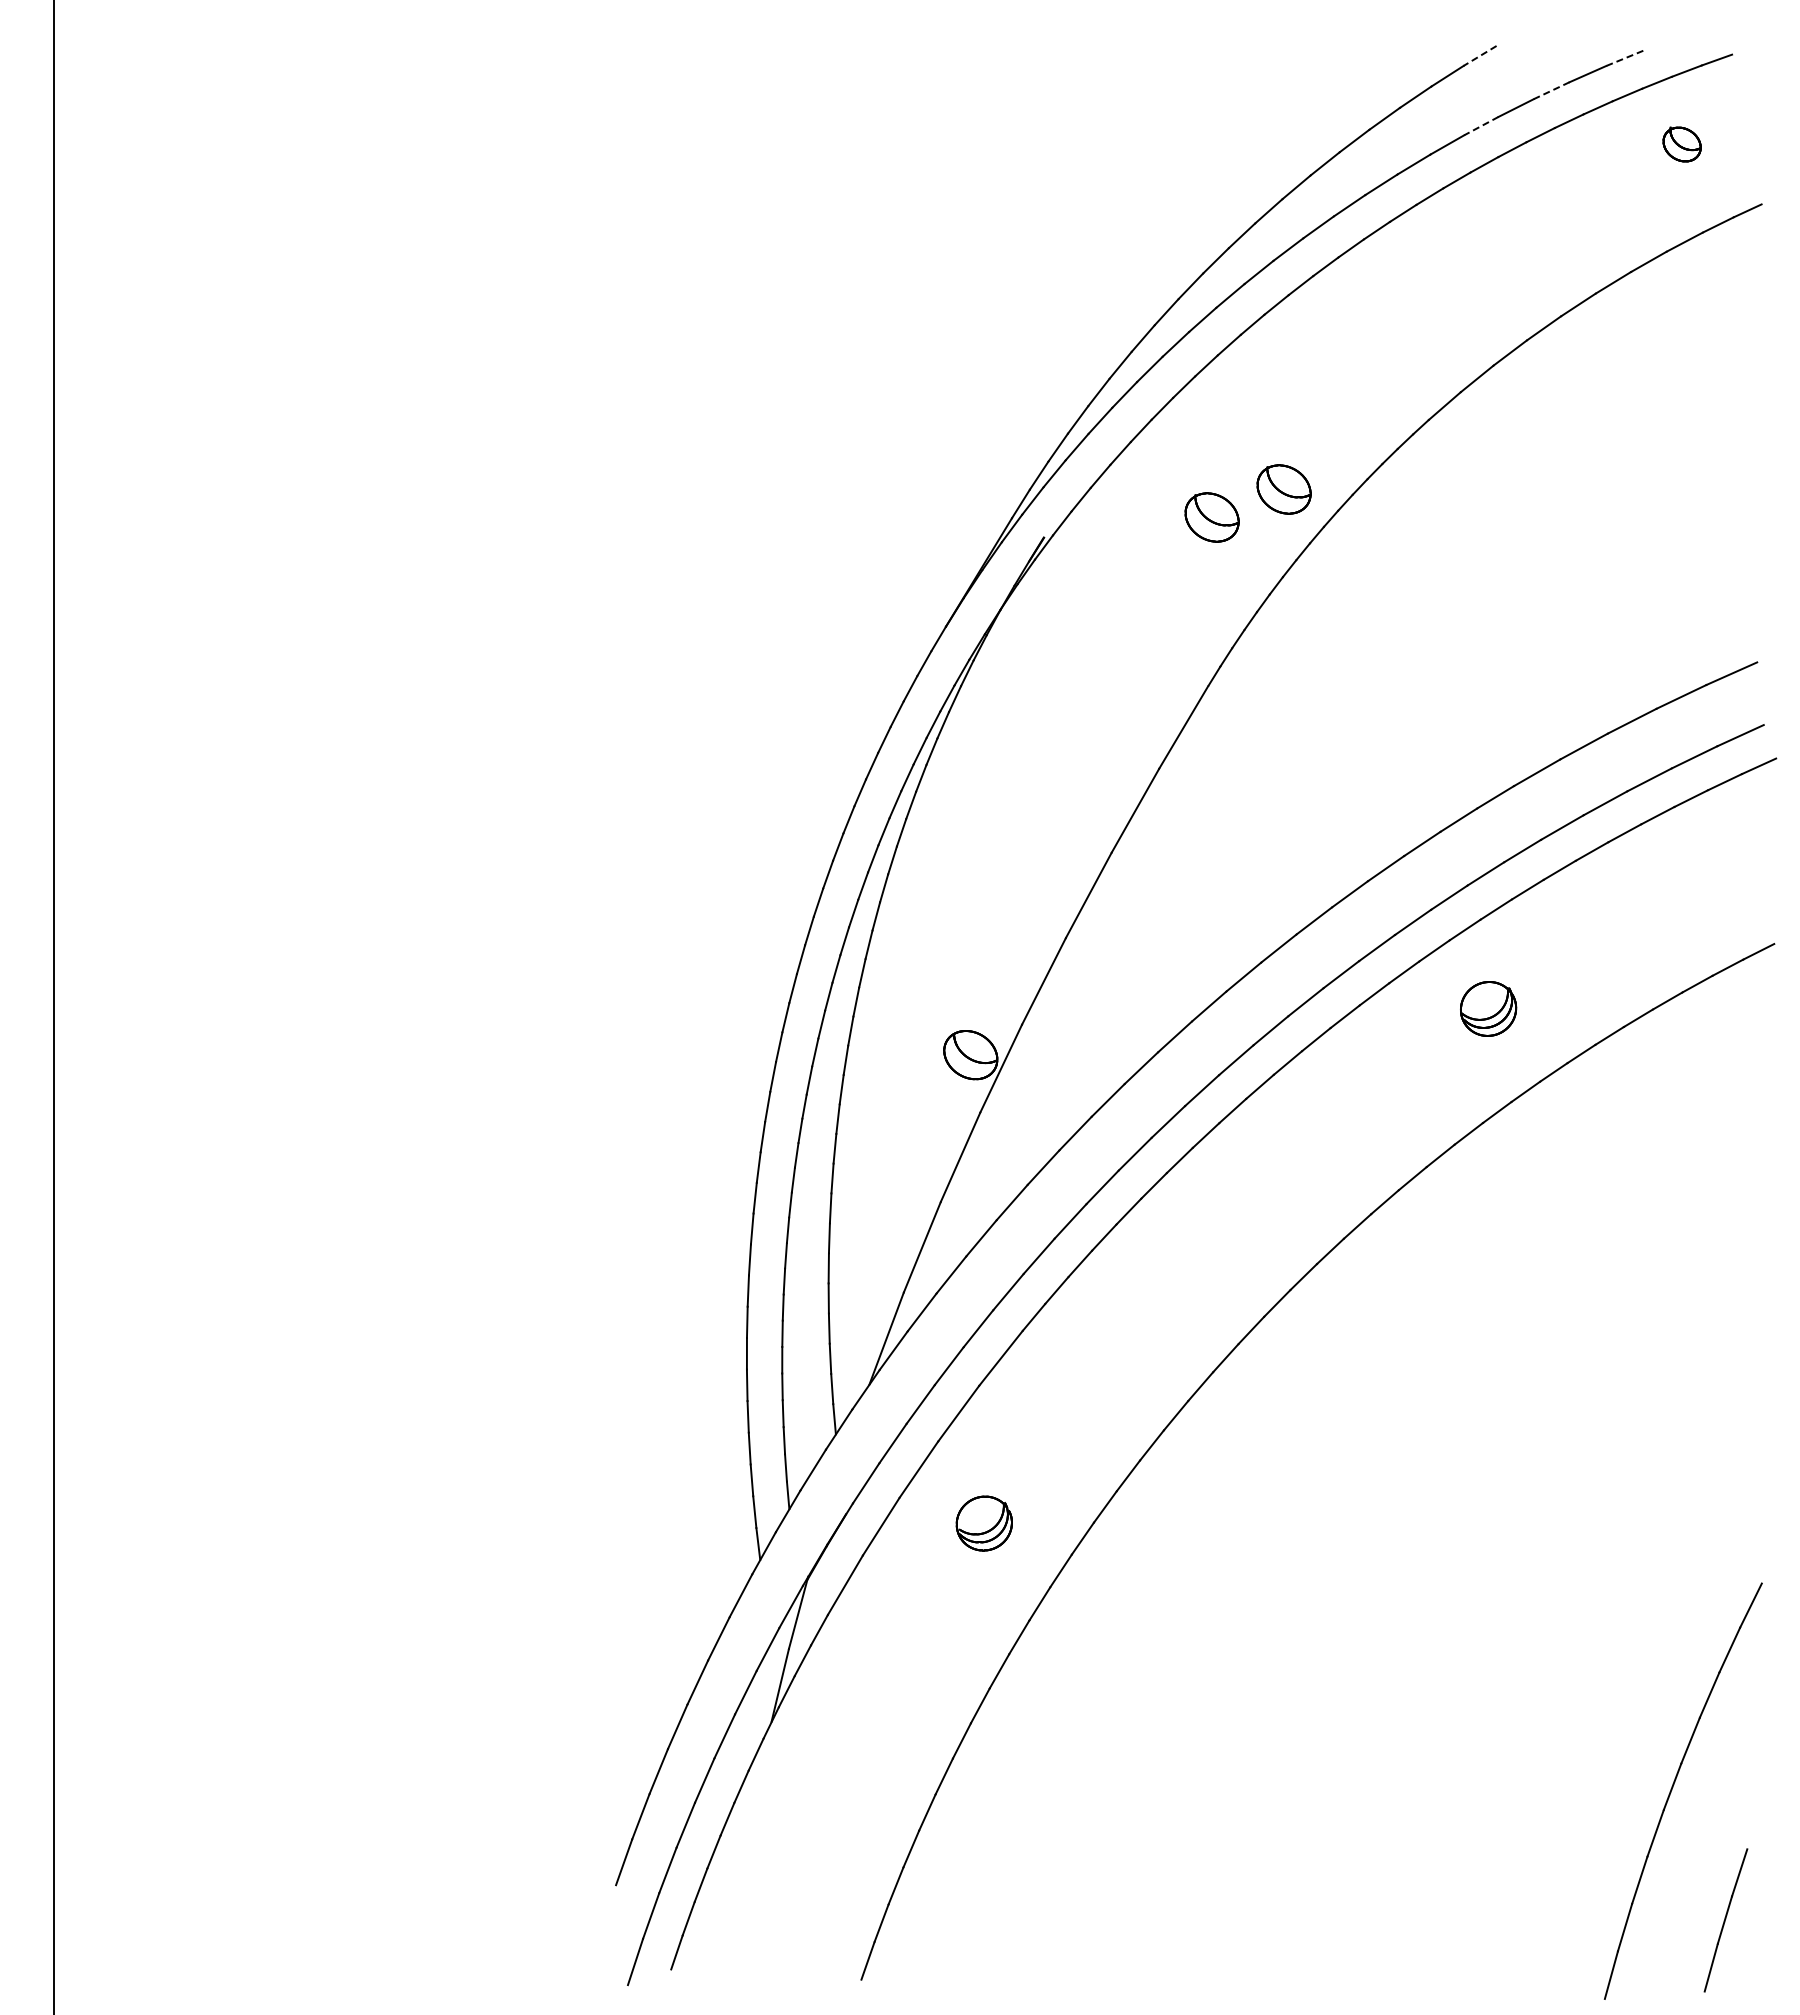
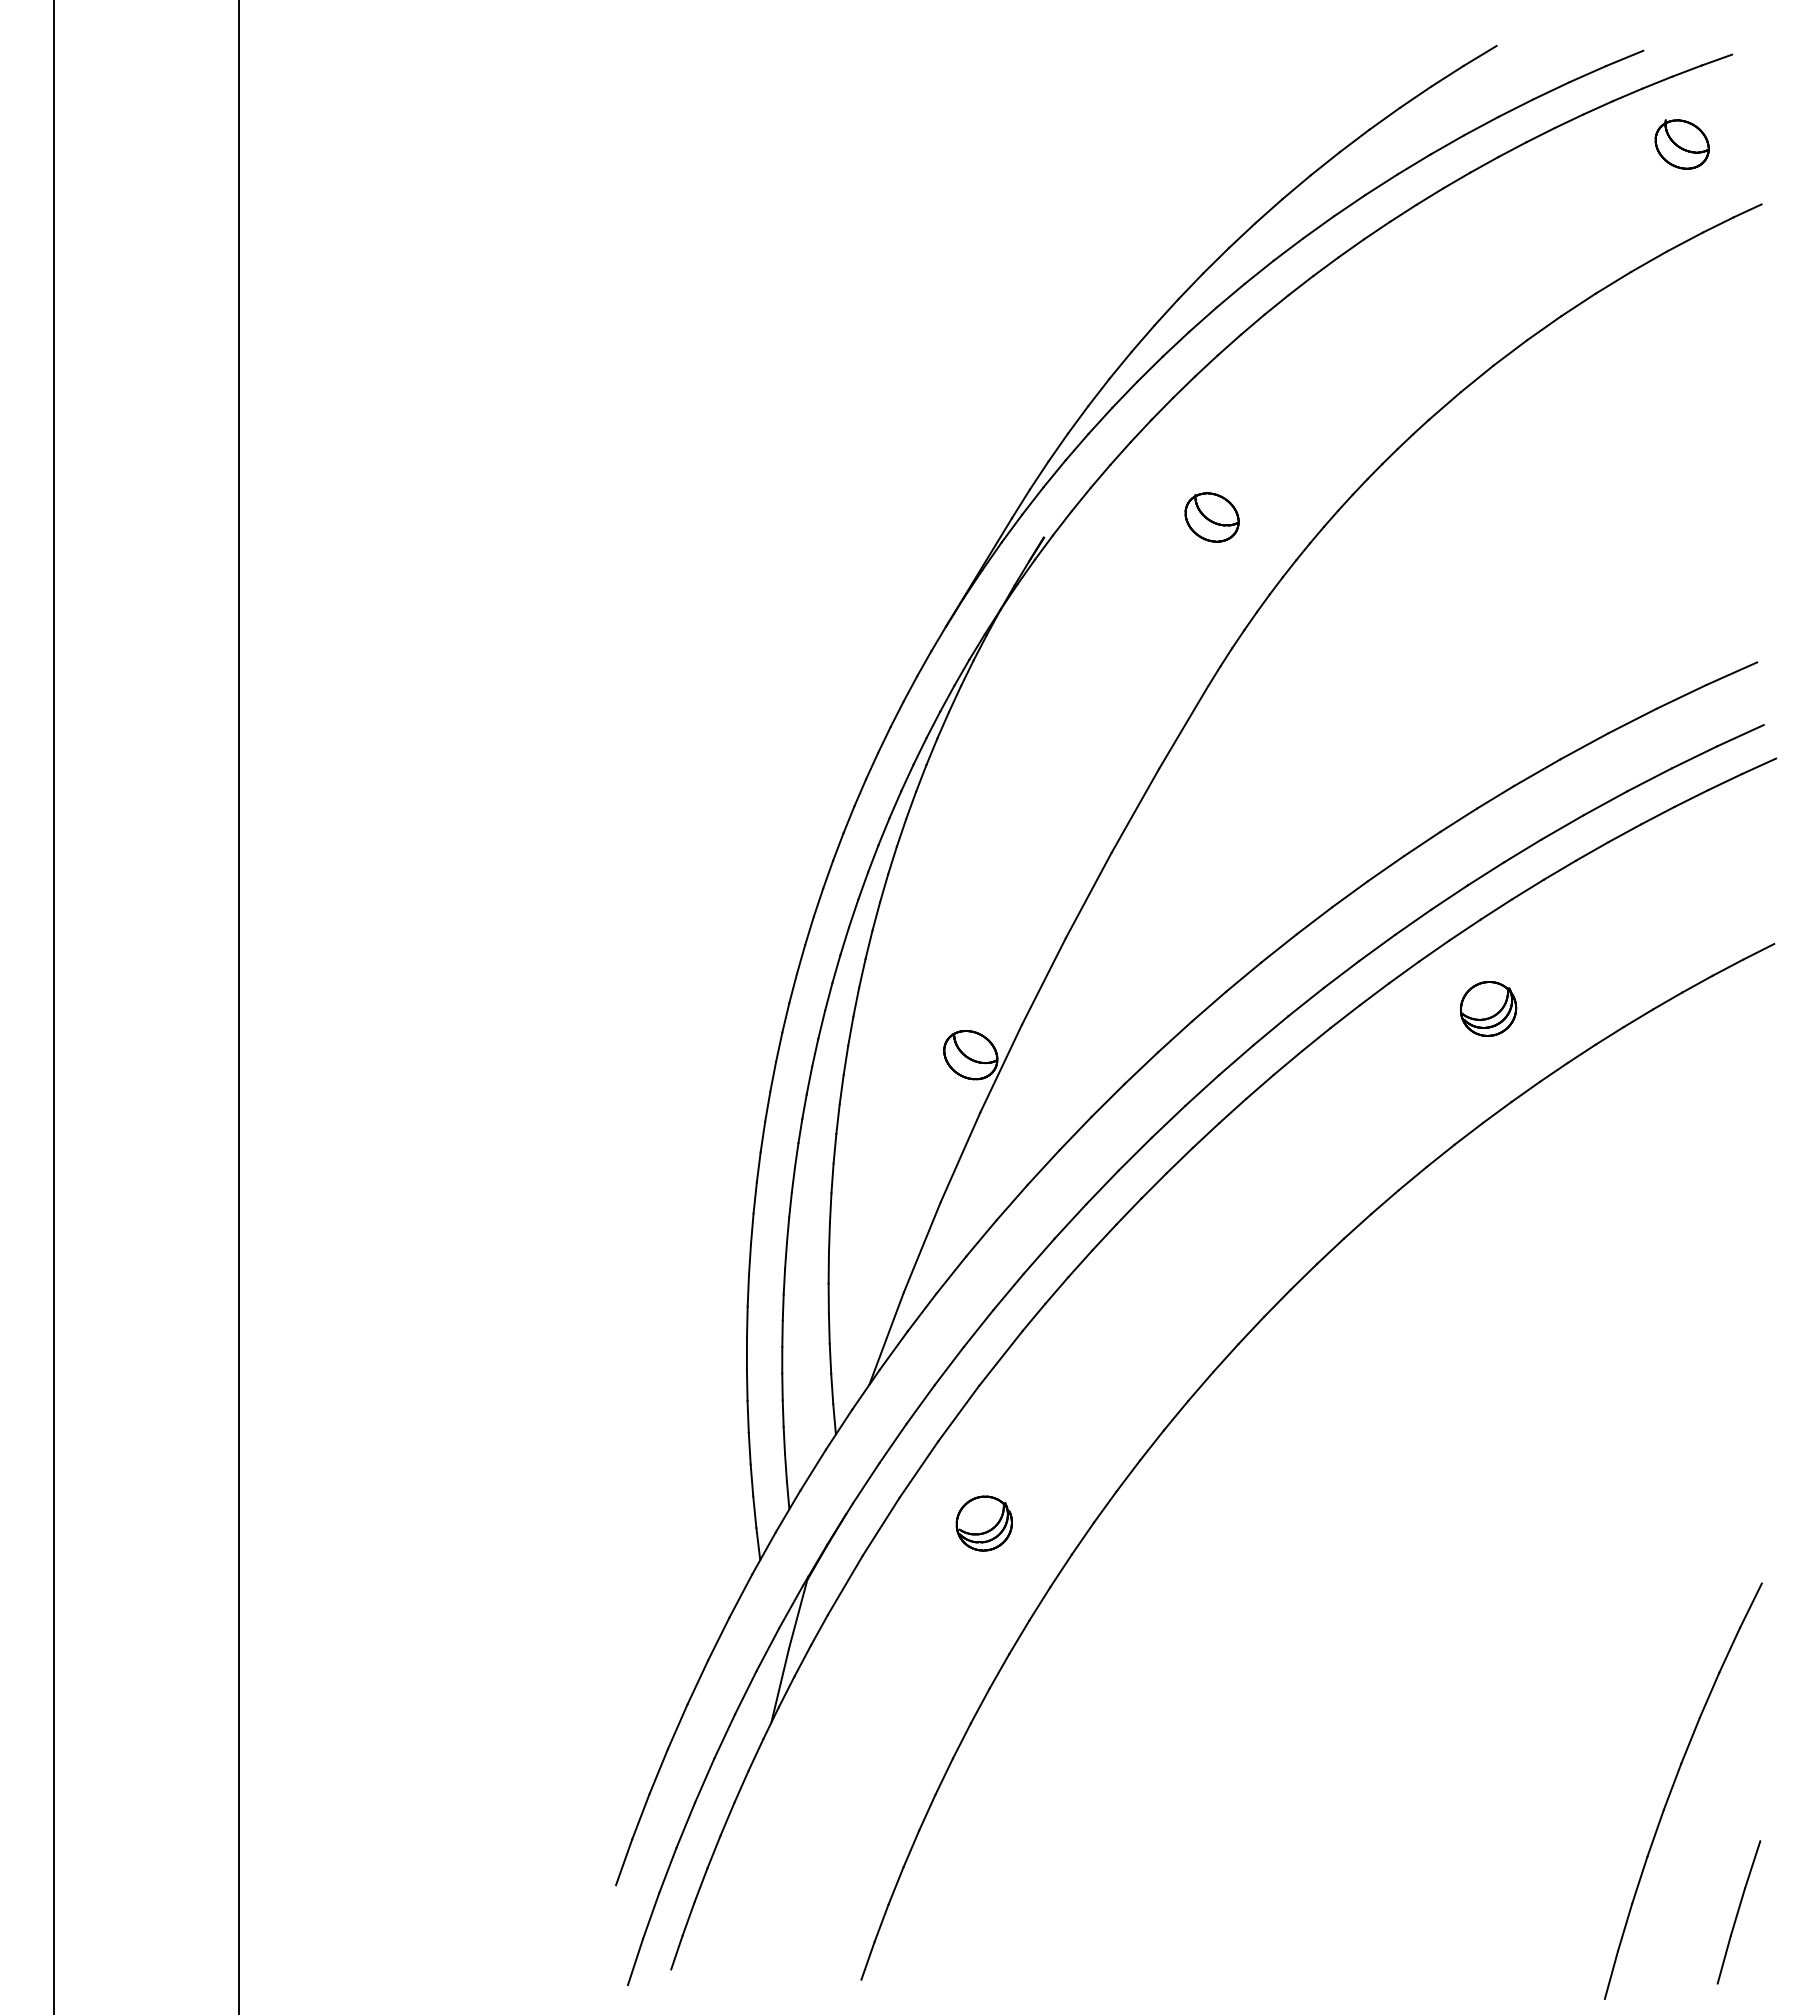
line at (1479, 56): dashed -> solid
line at (1624, 58): dashed -> solid
line at (1551, 90): dashed -> solid
line at (1481, 126): dashed -> solid
part at (1681, 144) size: 40x37 px -> 56x51 px
part at (1283, 489): present -> none
line at (238, 1006): none -> present
part at (1725, 1920) position: (1725, 1920) -> (1738, 1912)
